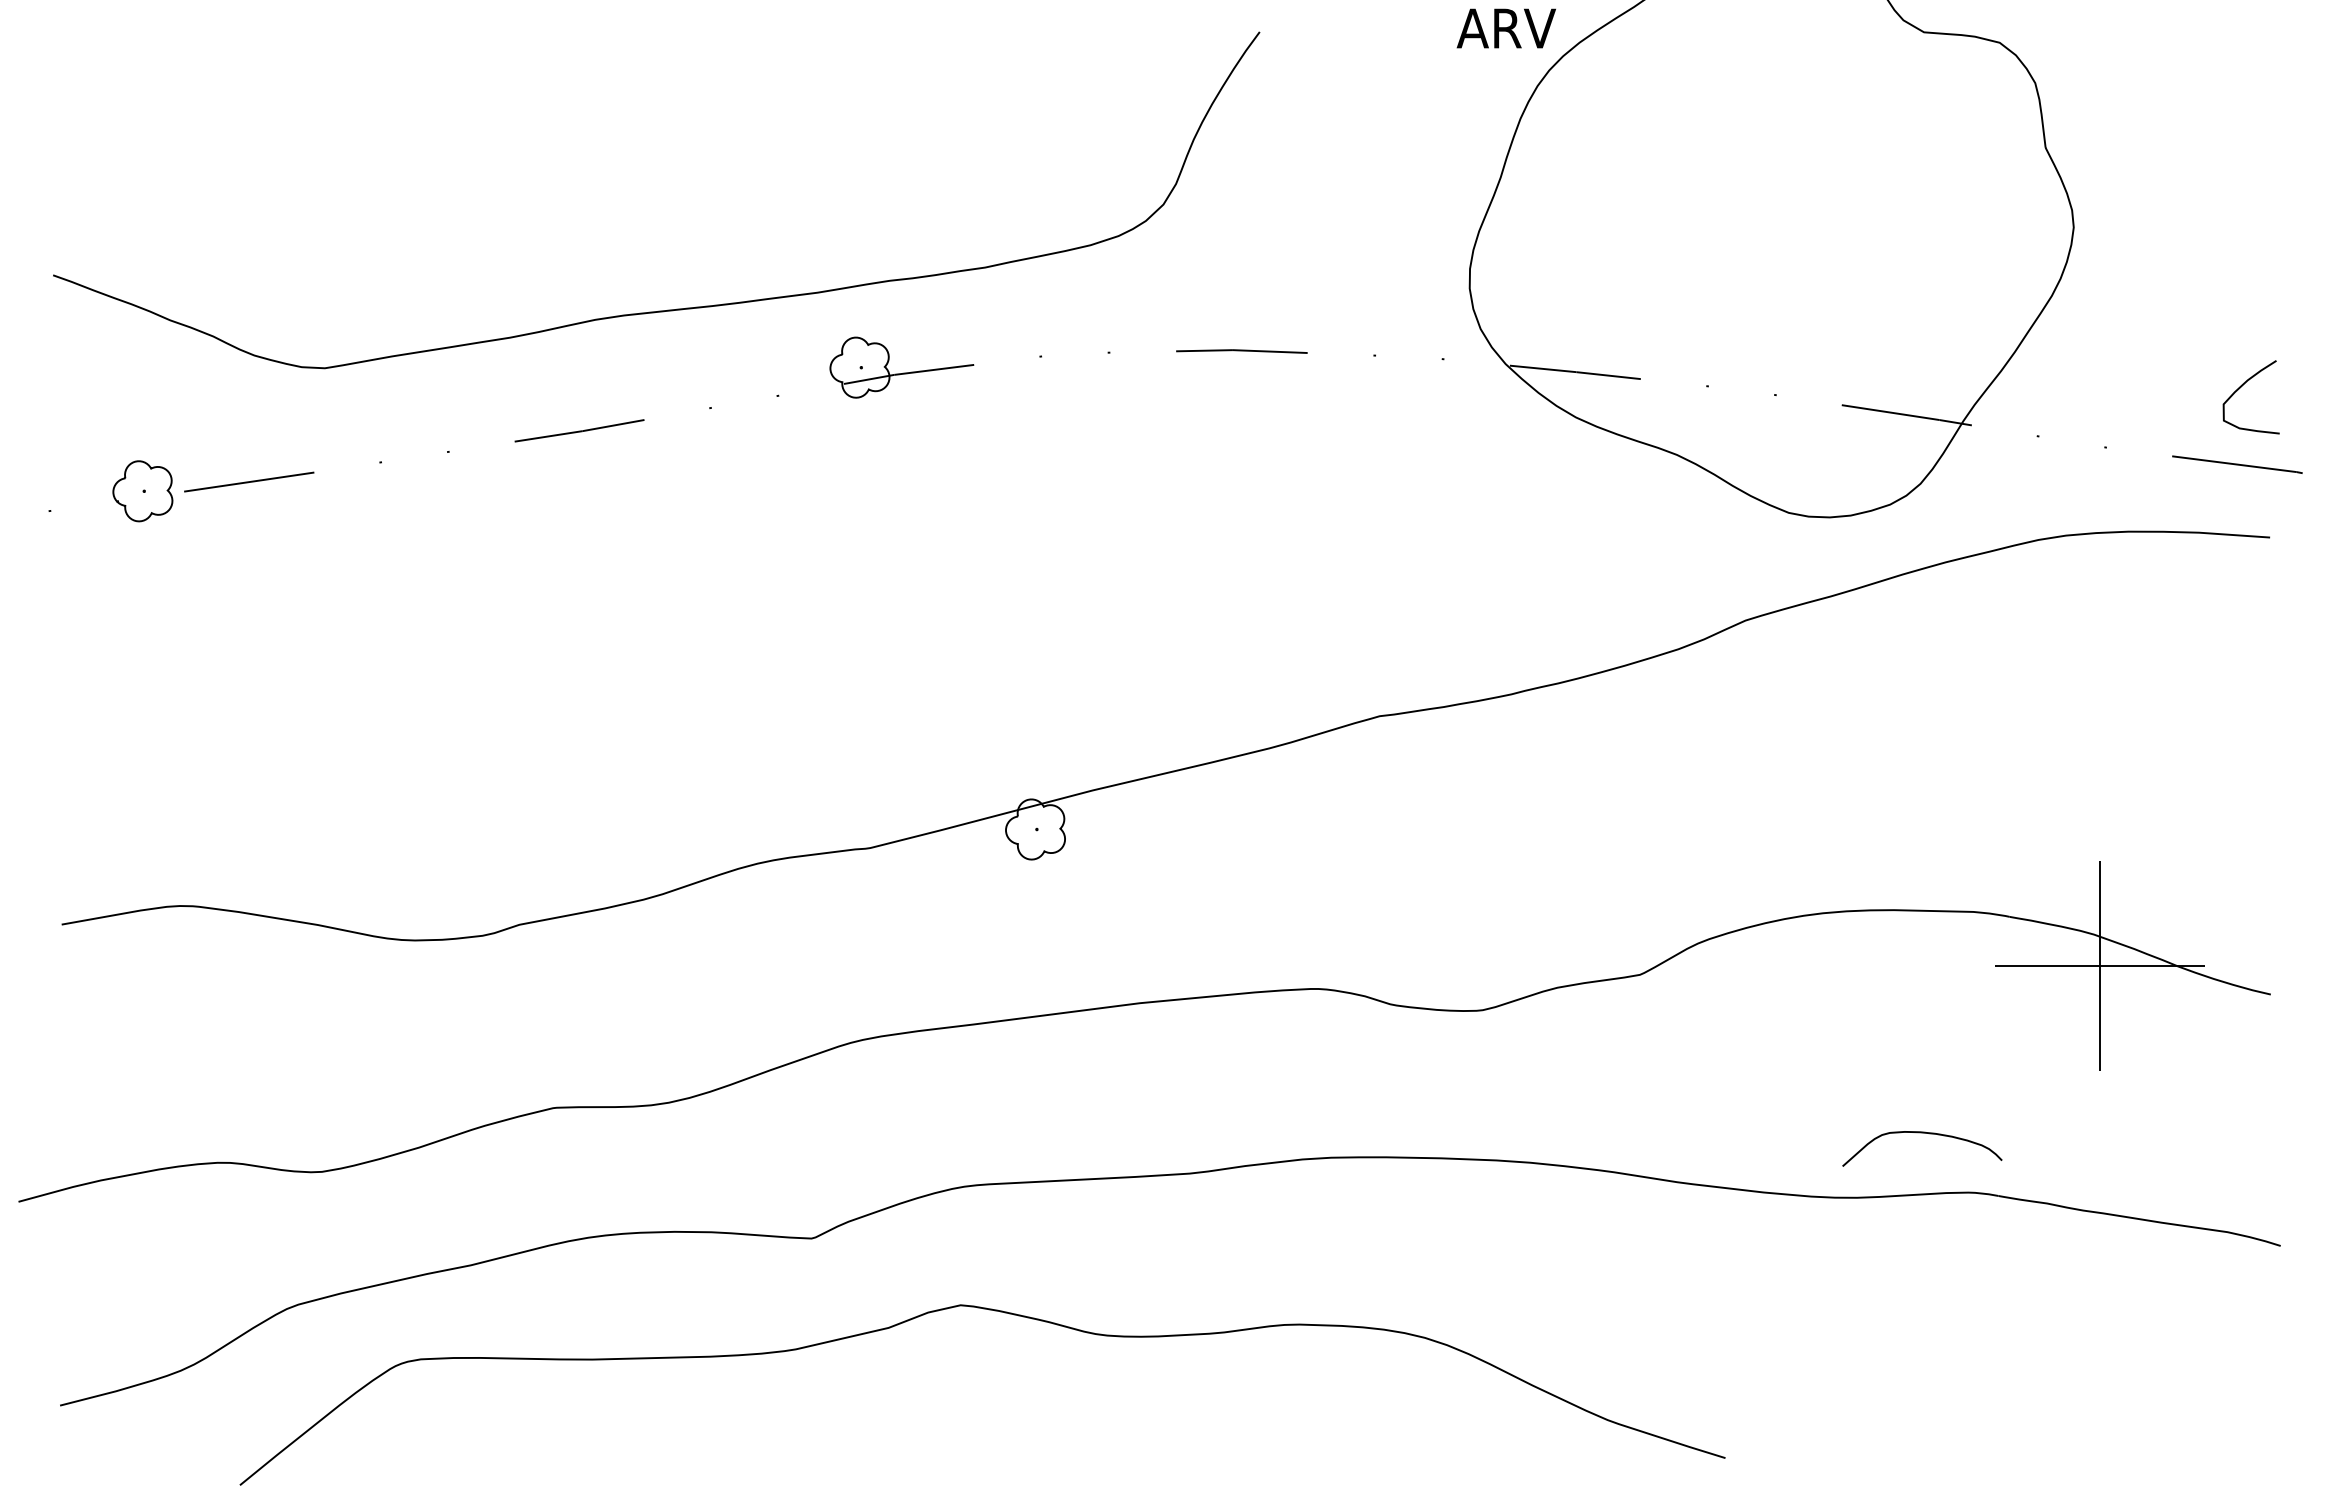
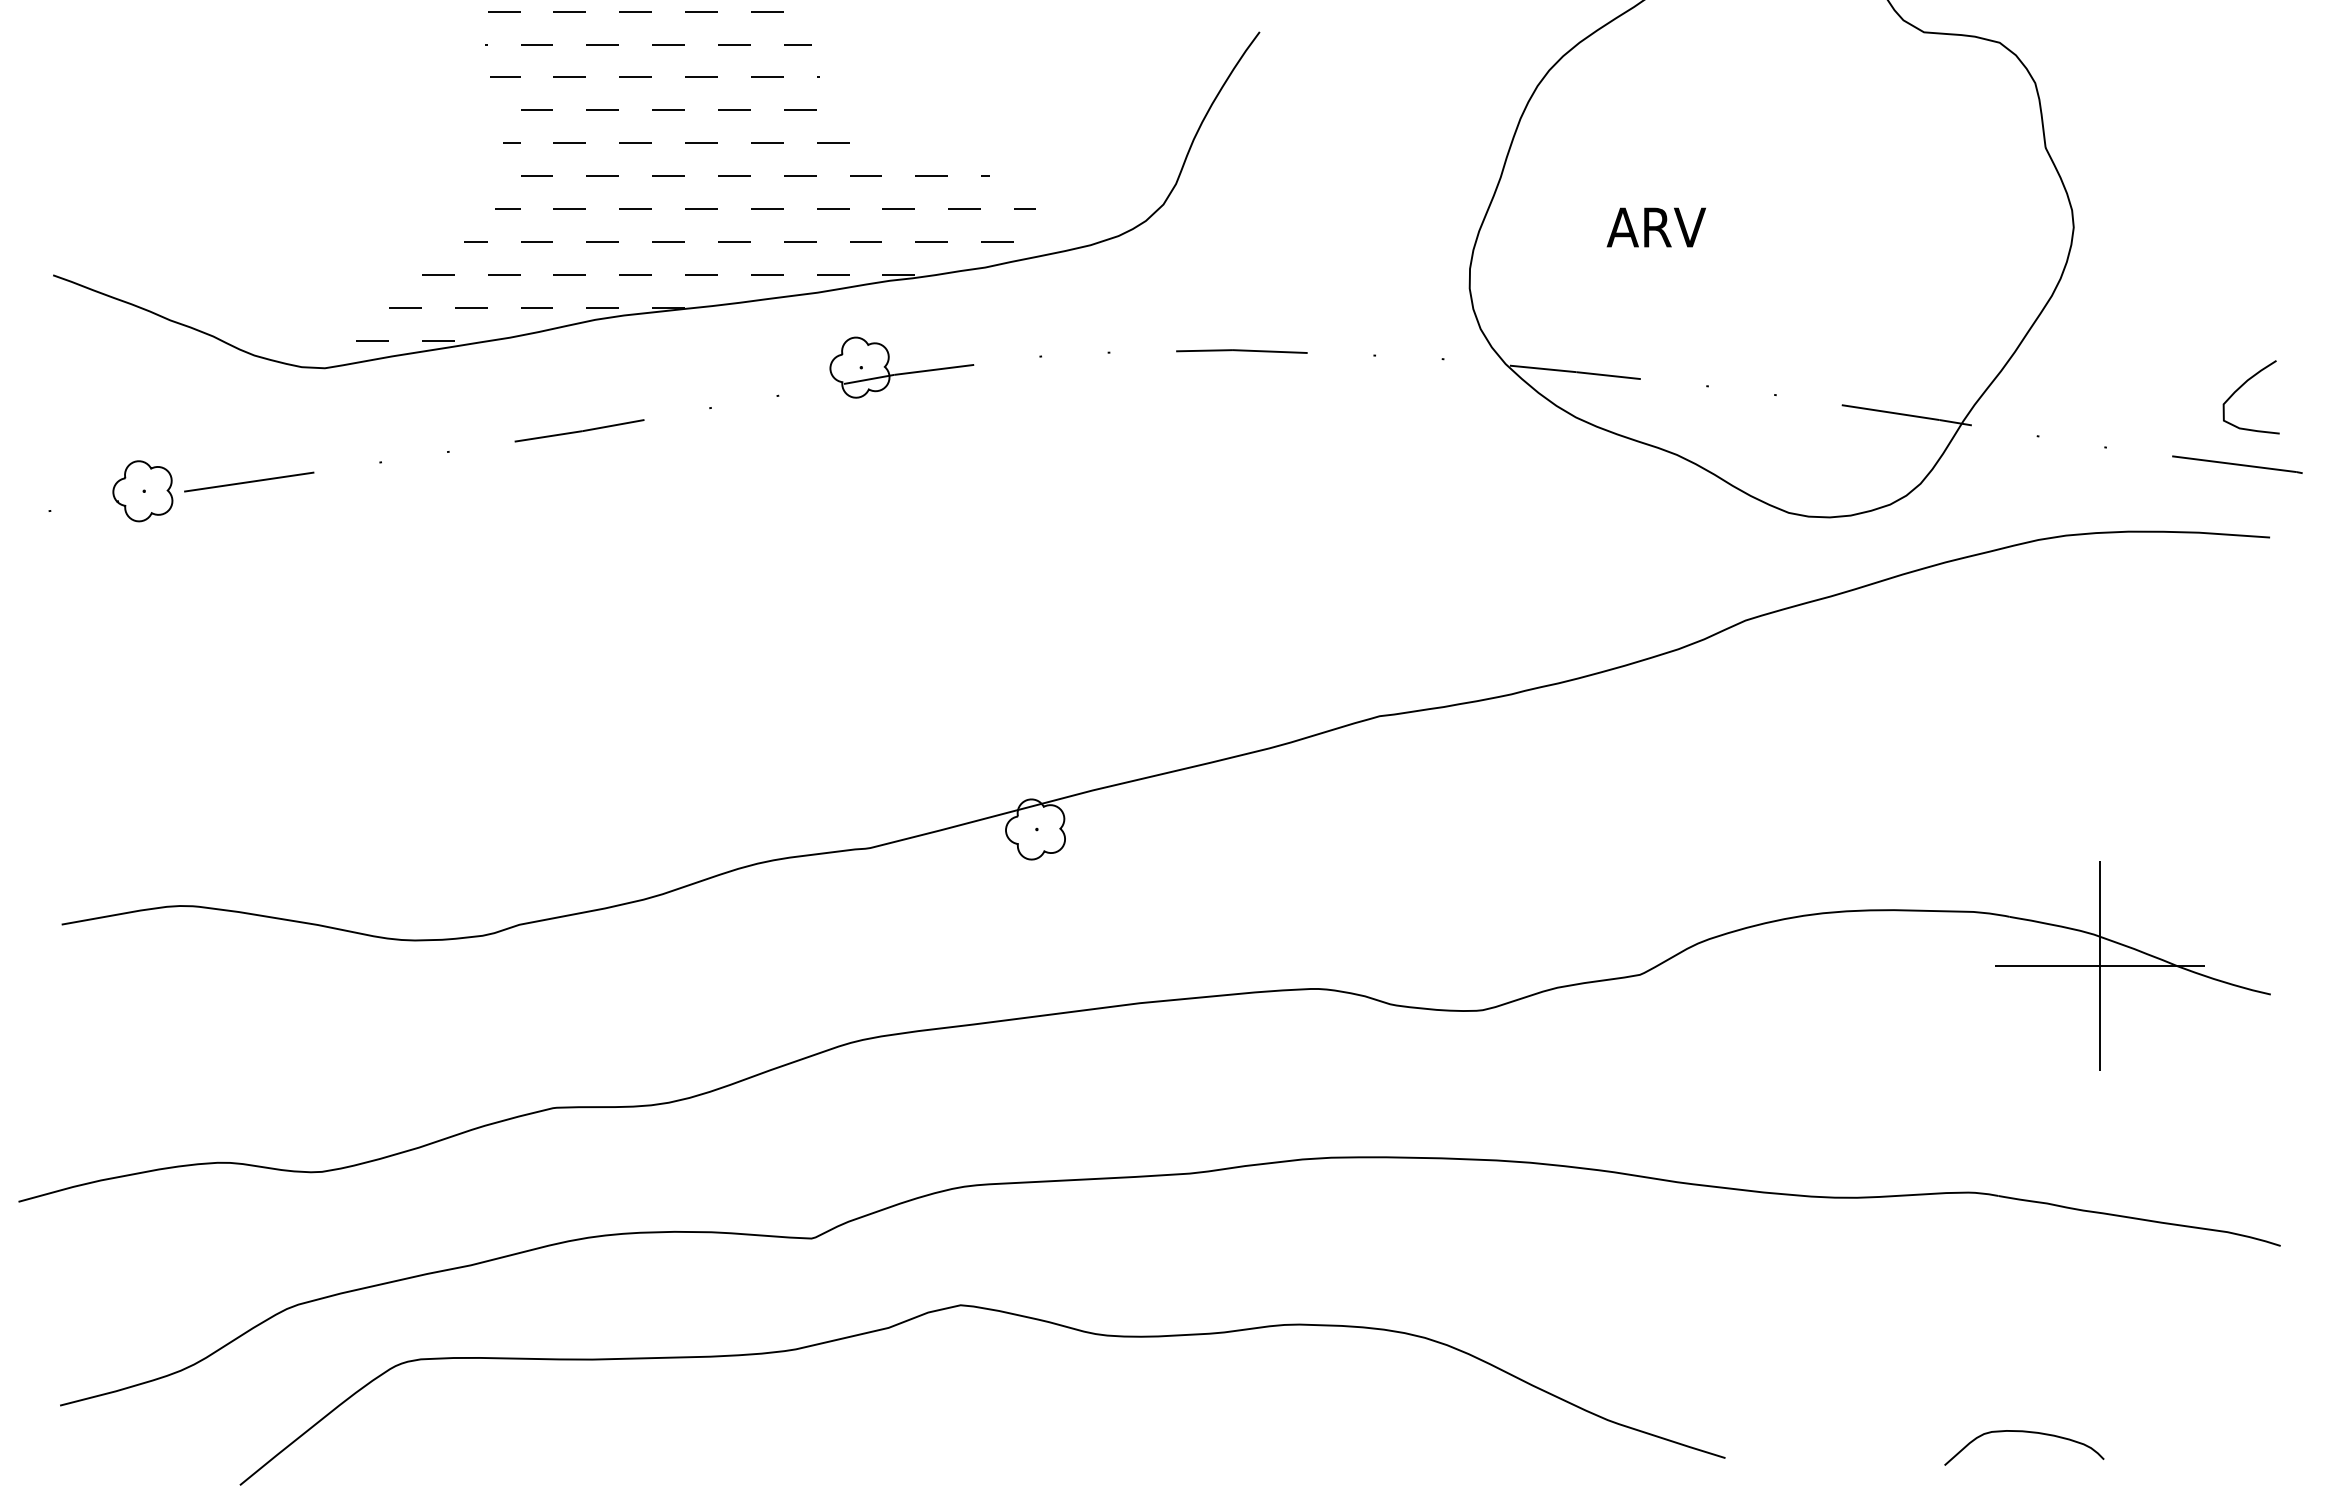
text at (1505, 28) position: (1505, 28) -> (1655, 227)
hatch at (696, 175): none -> present
curve at (1922, 1133) position: (1922, 1133) -> (2024, 1432)
